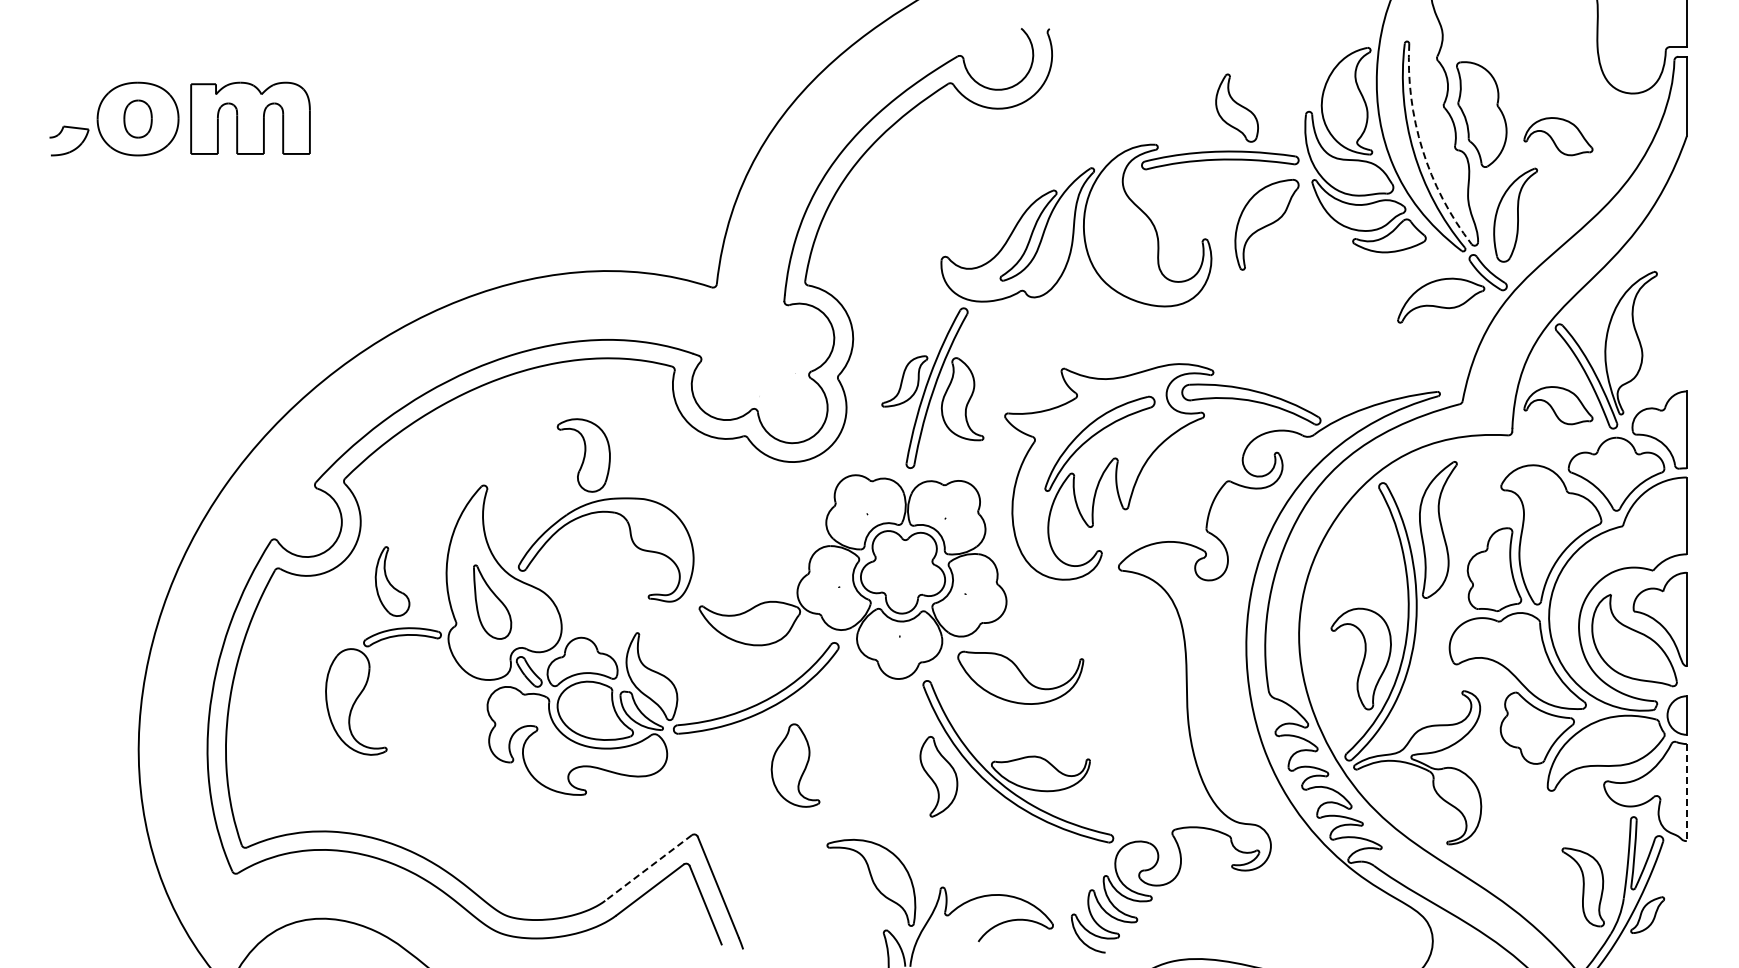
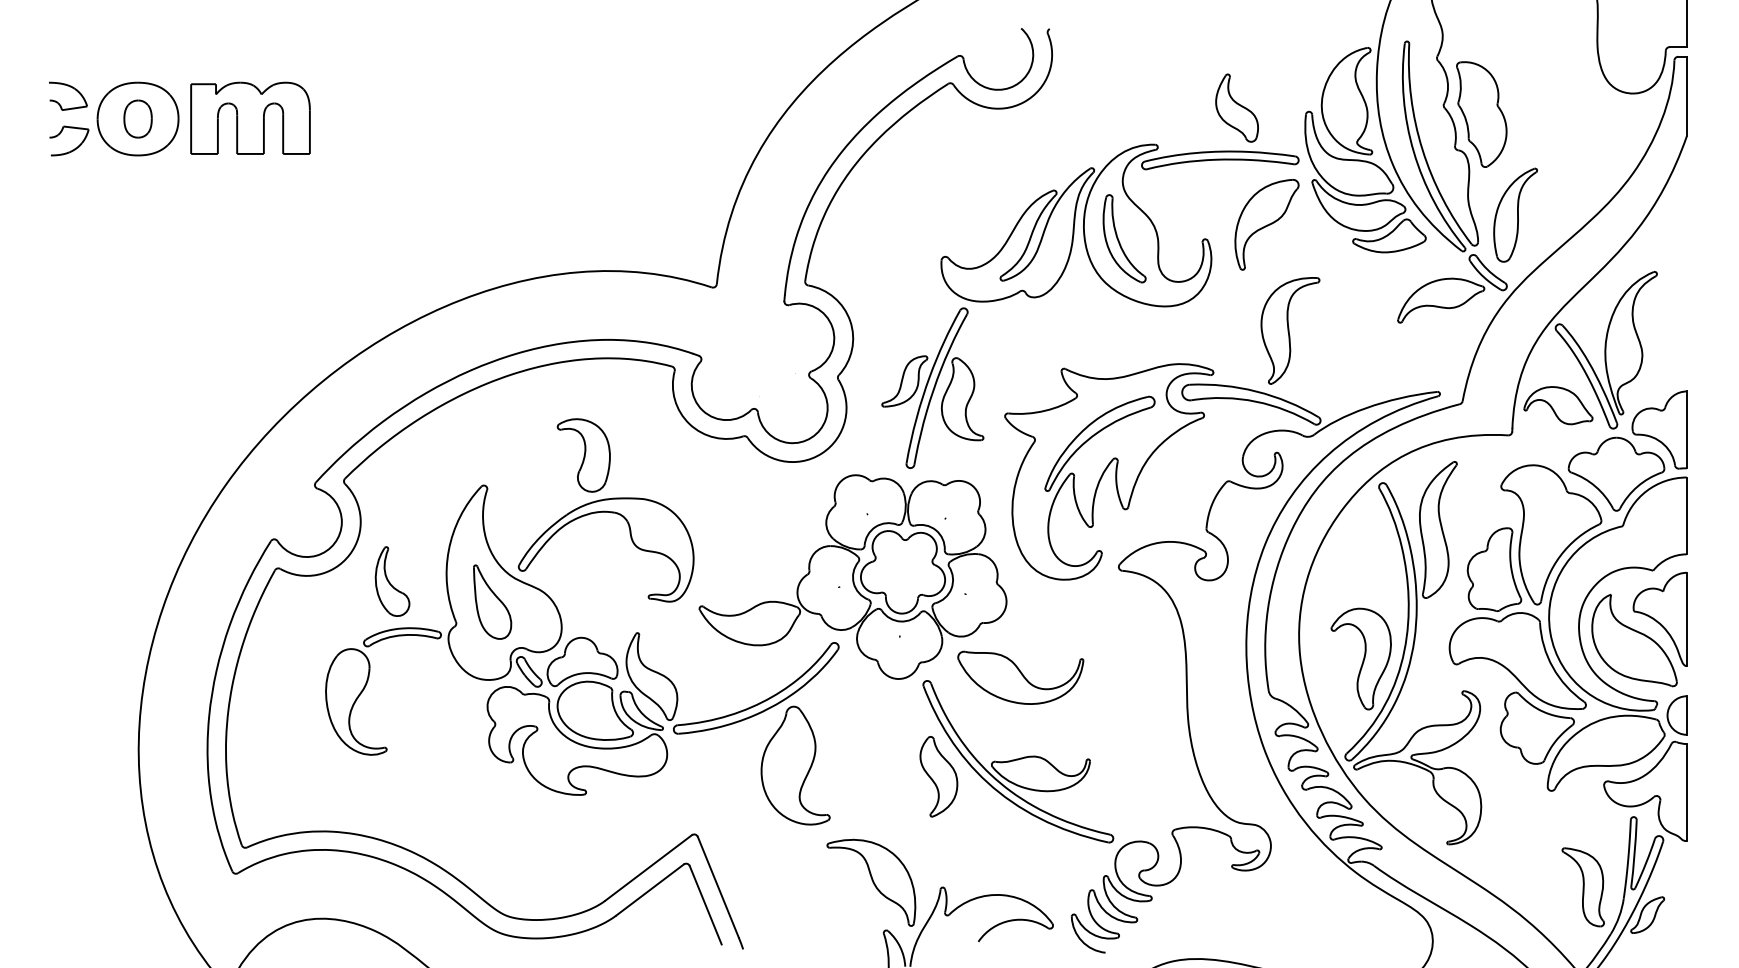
part at (73, 89): none -> present
part at (1558, 136): present -> none
arc at (1422, 149): dashed -> solid
part at (1124, 238): none -> present
part at (1290, 330): none -> present
part at (795, 765) size: 51x85 px -> 71x121 px
line at (1686, 792): dashed -> solid
line at (648, 868): dashed -> solid
